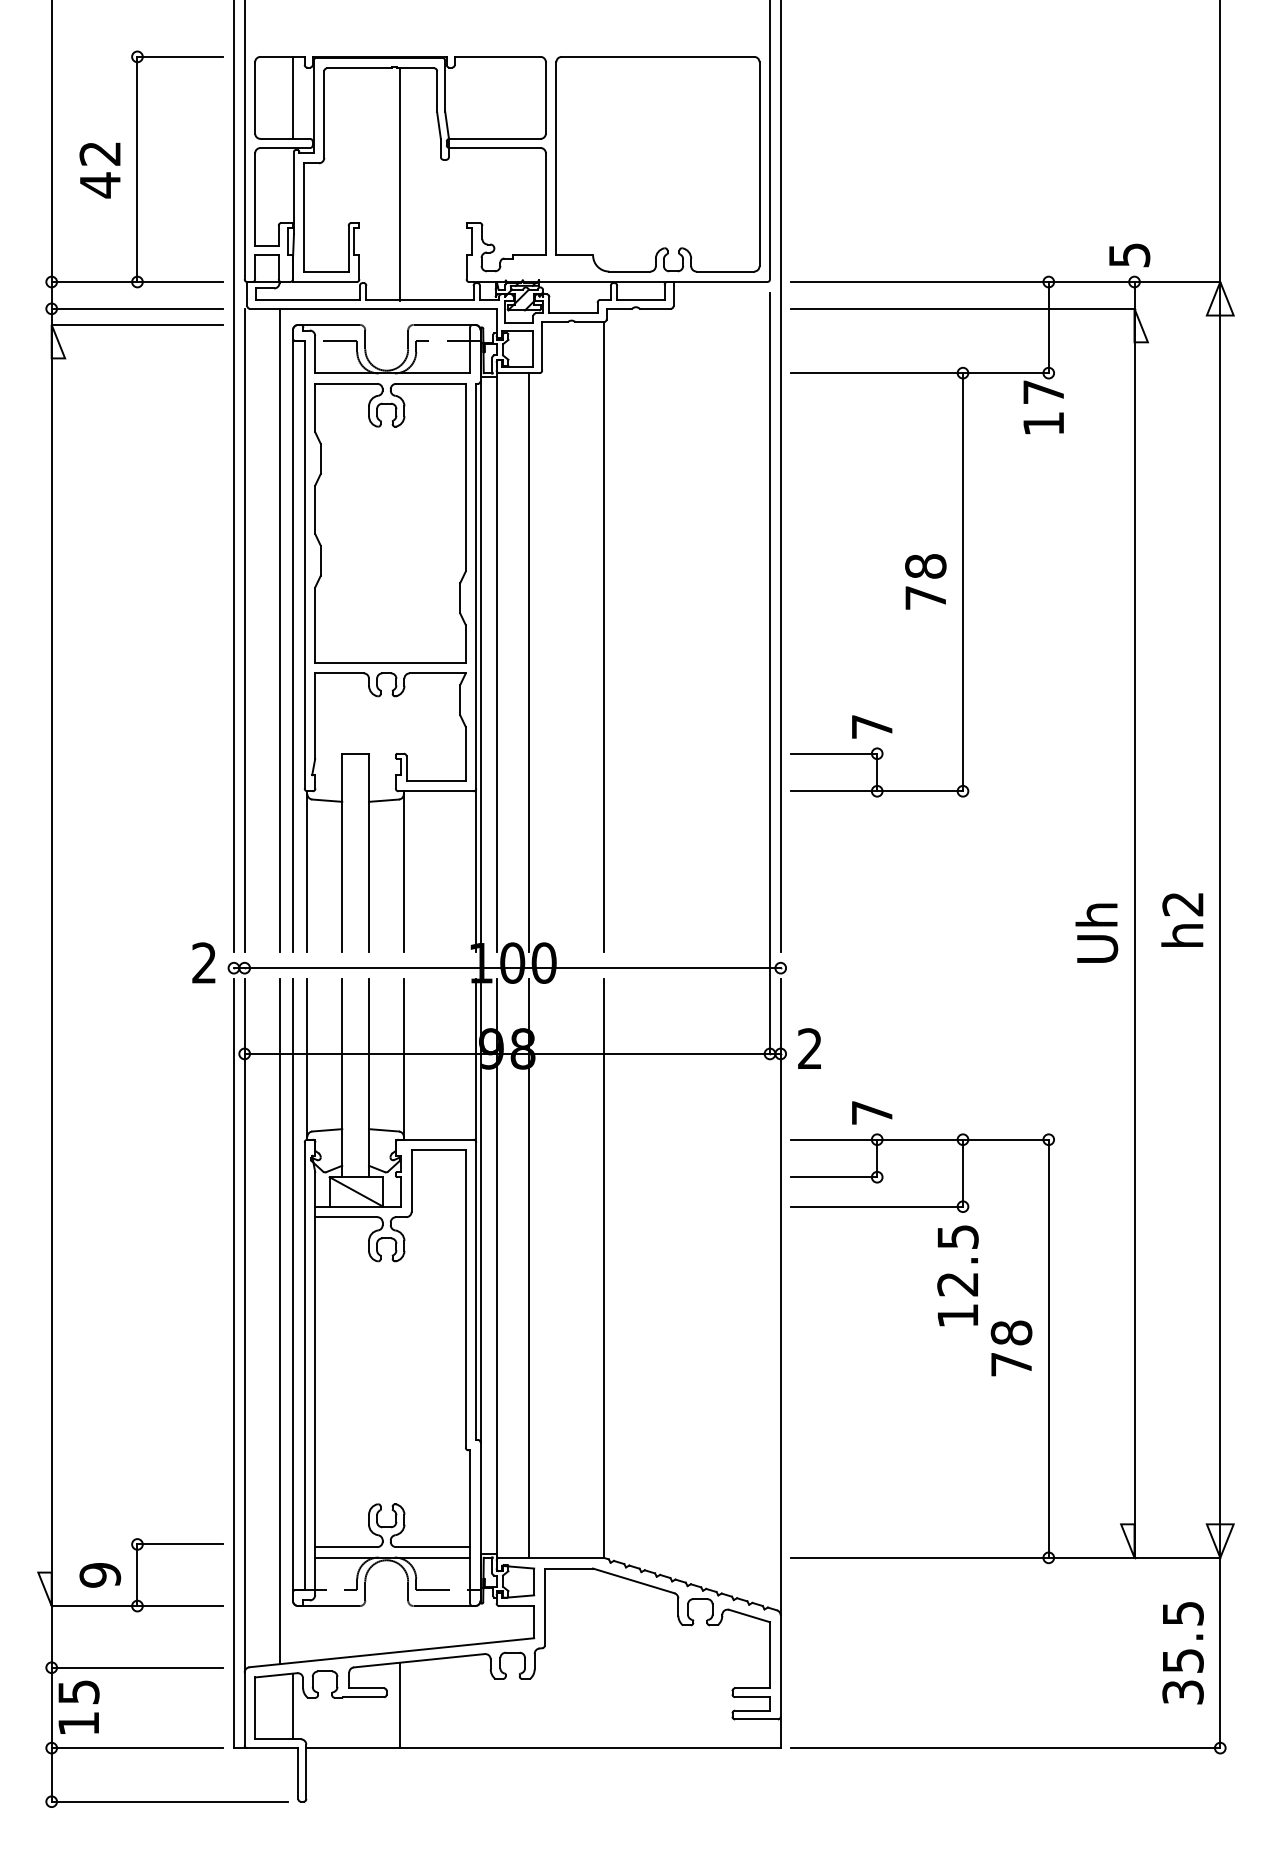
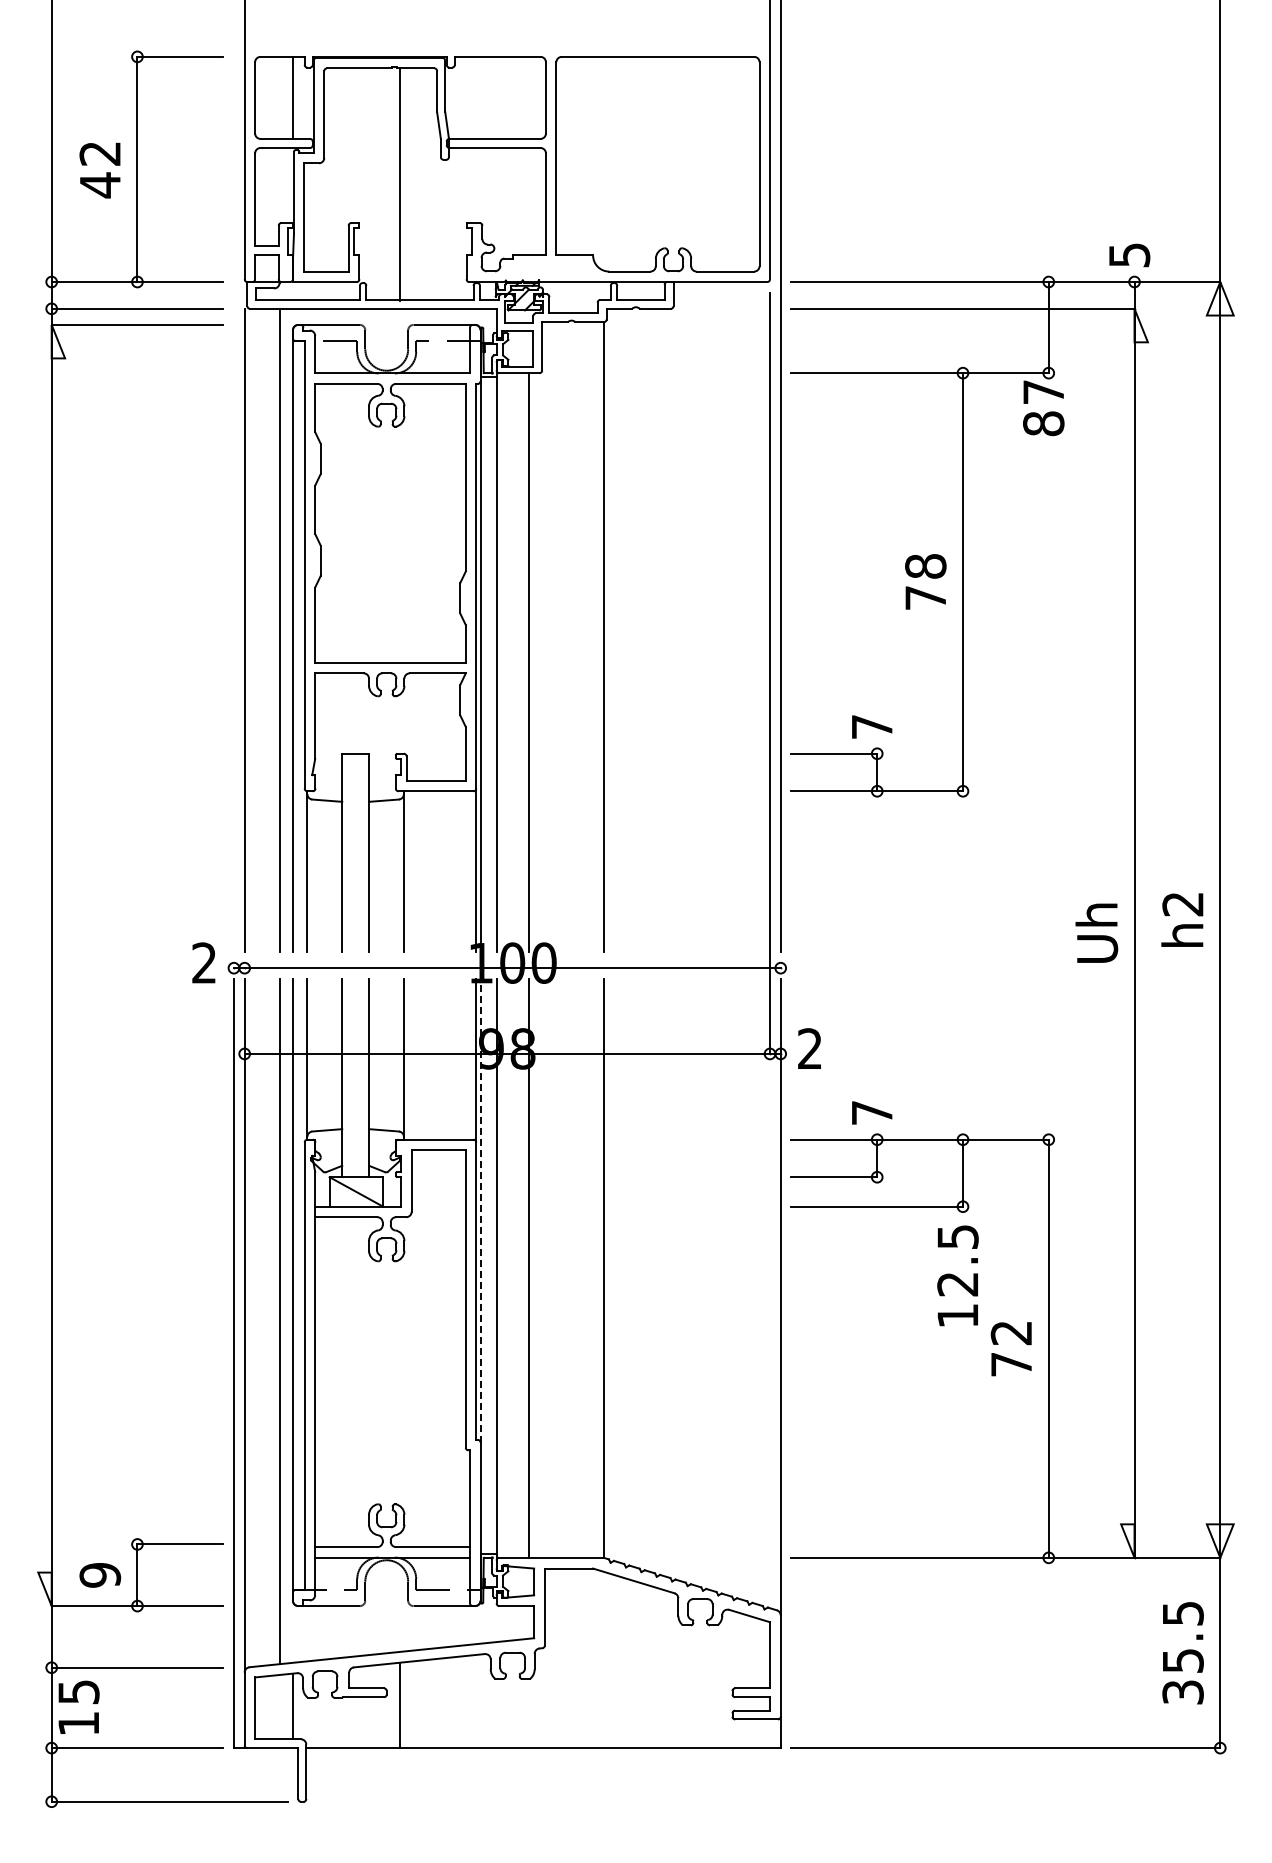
text at (1043, 423): 17 -> 87
line at (233, 477): present -> none
line at (480, 1210): solid -> dashed
text at (1011, 1332): 78 -> 72
